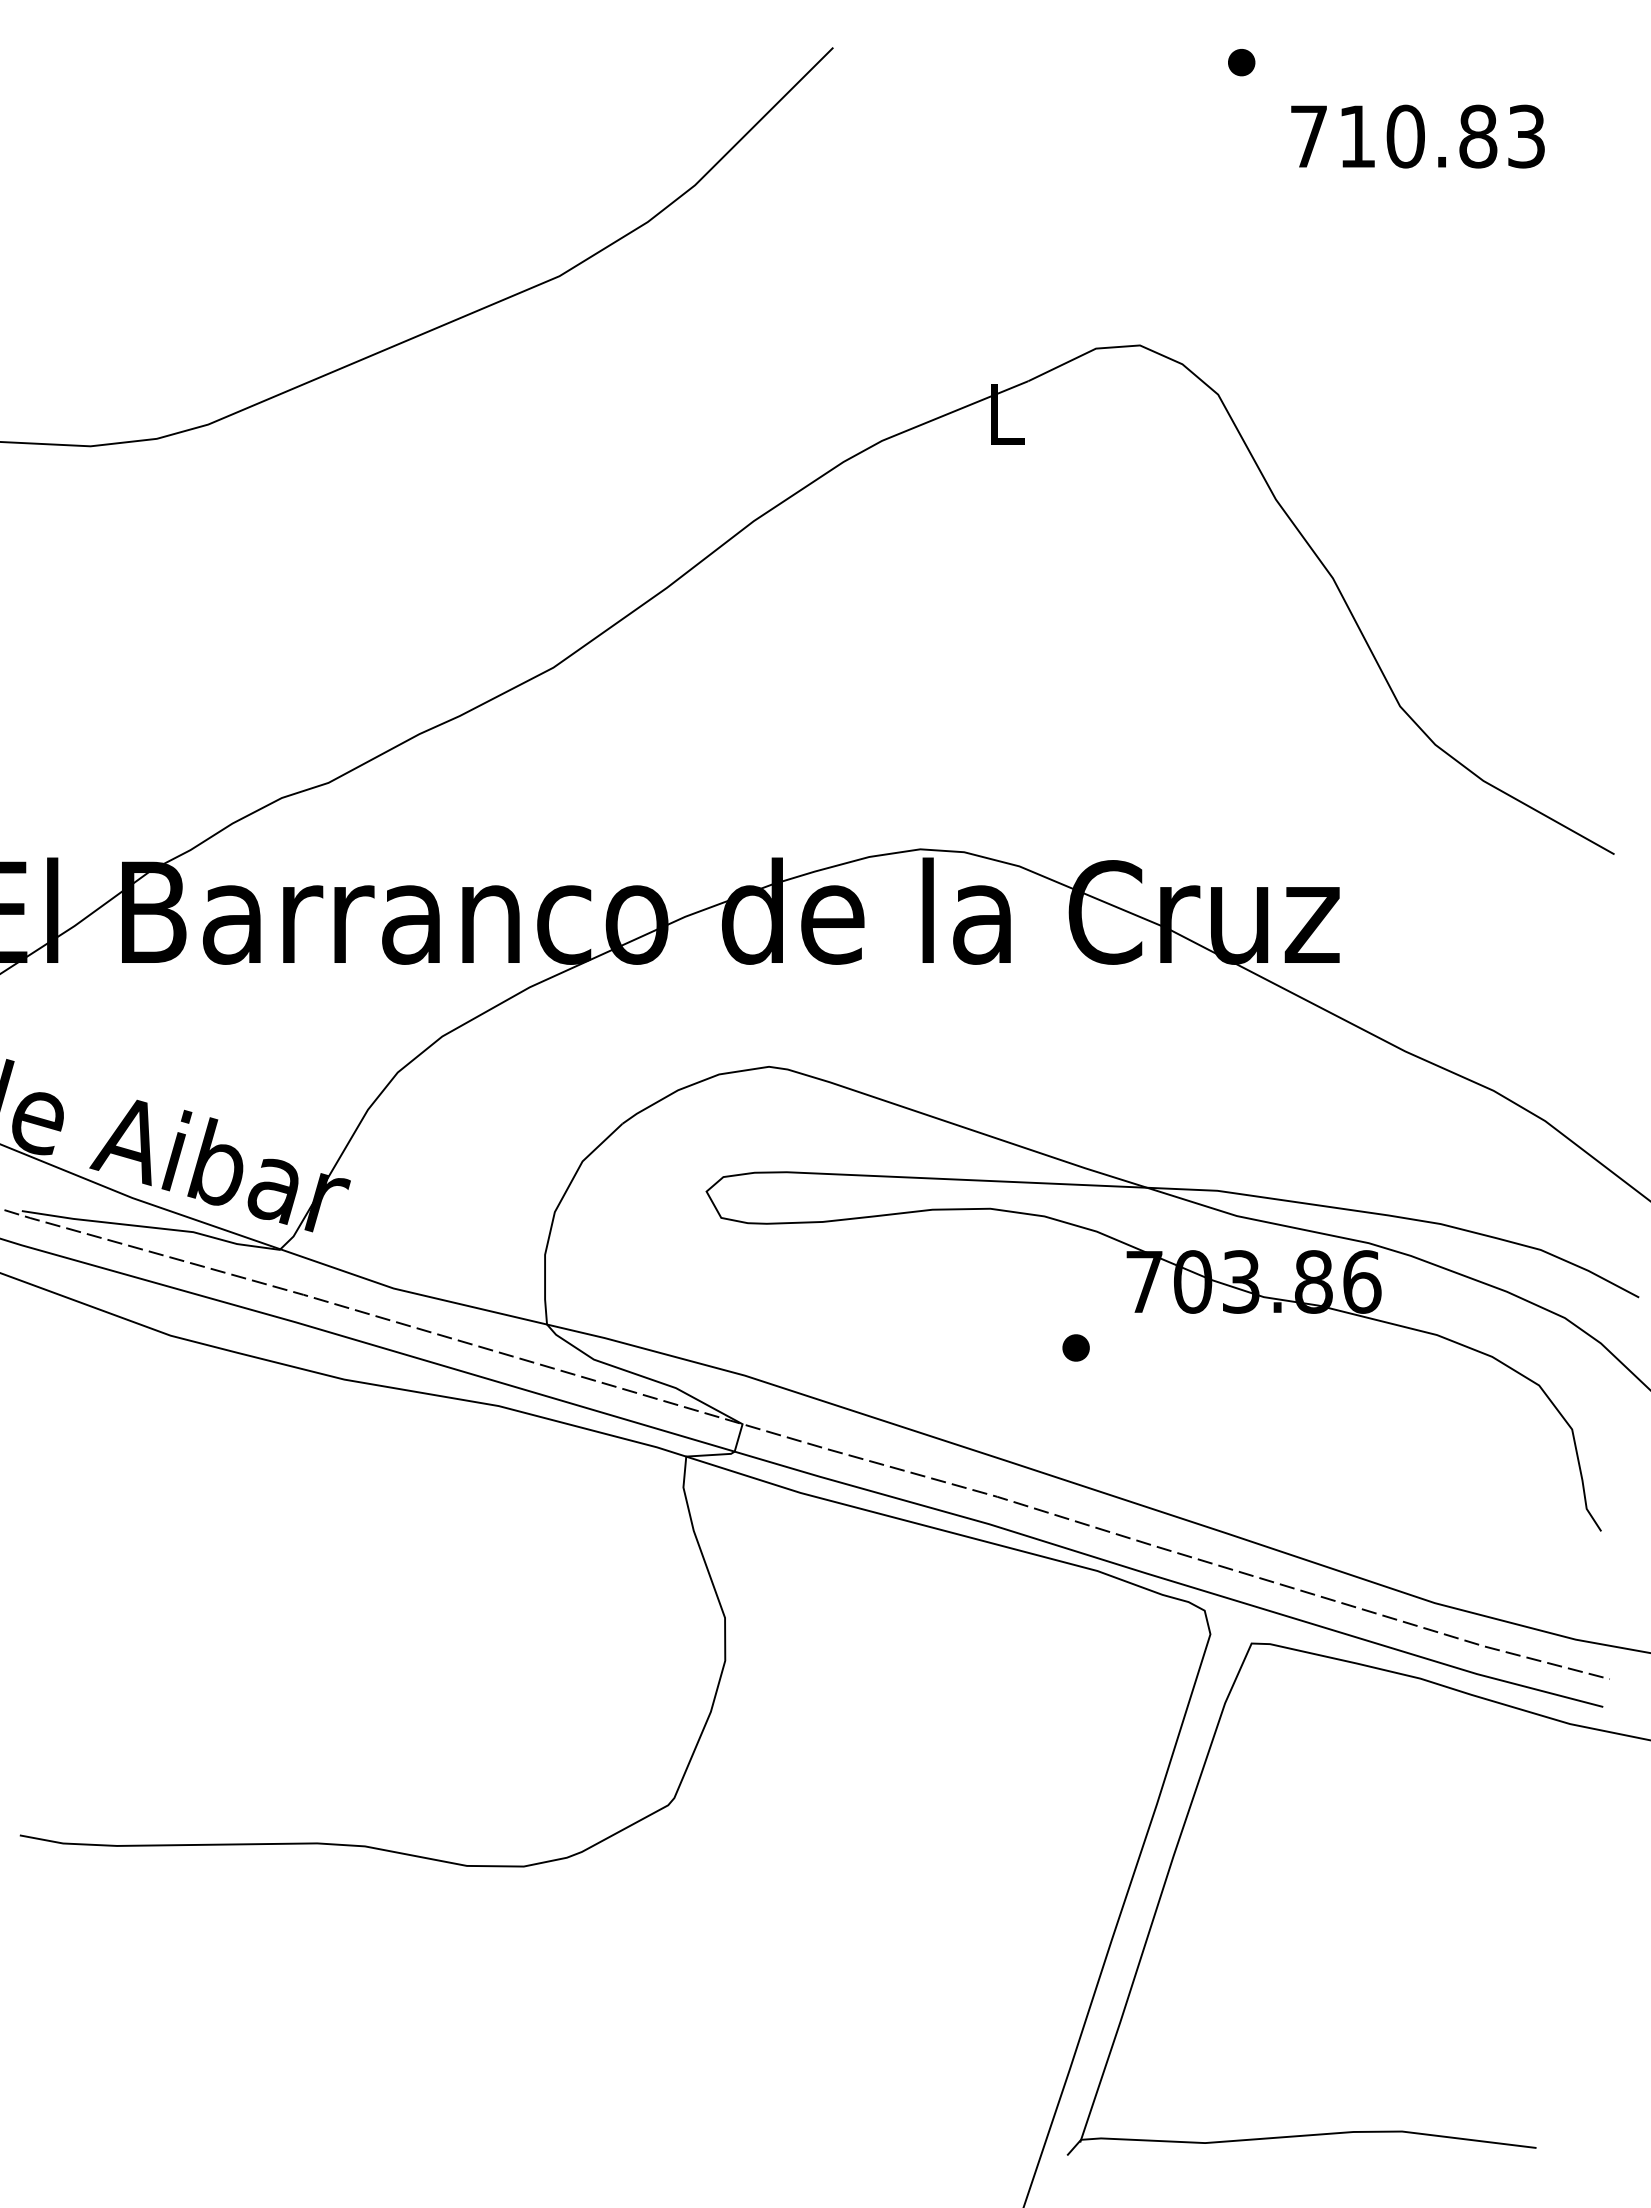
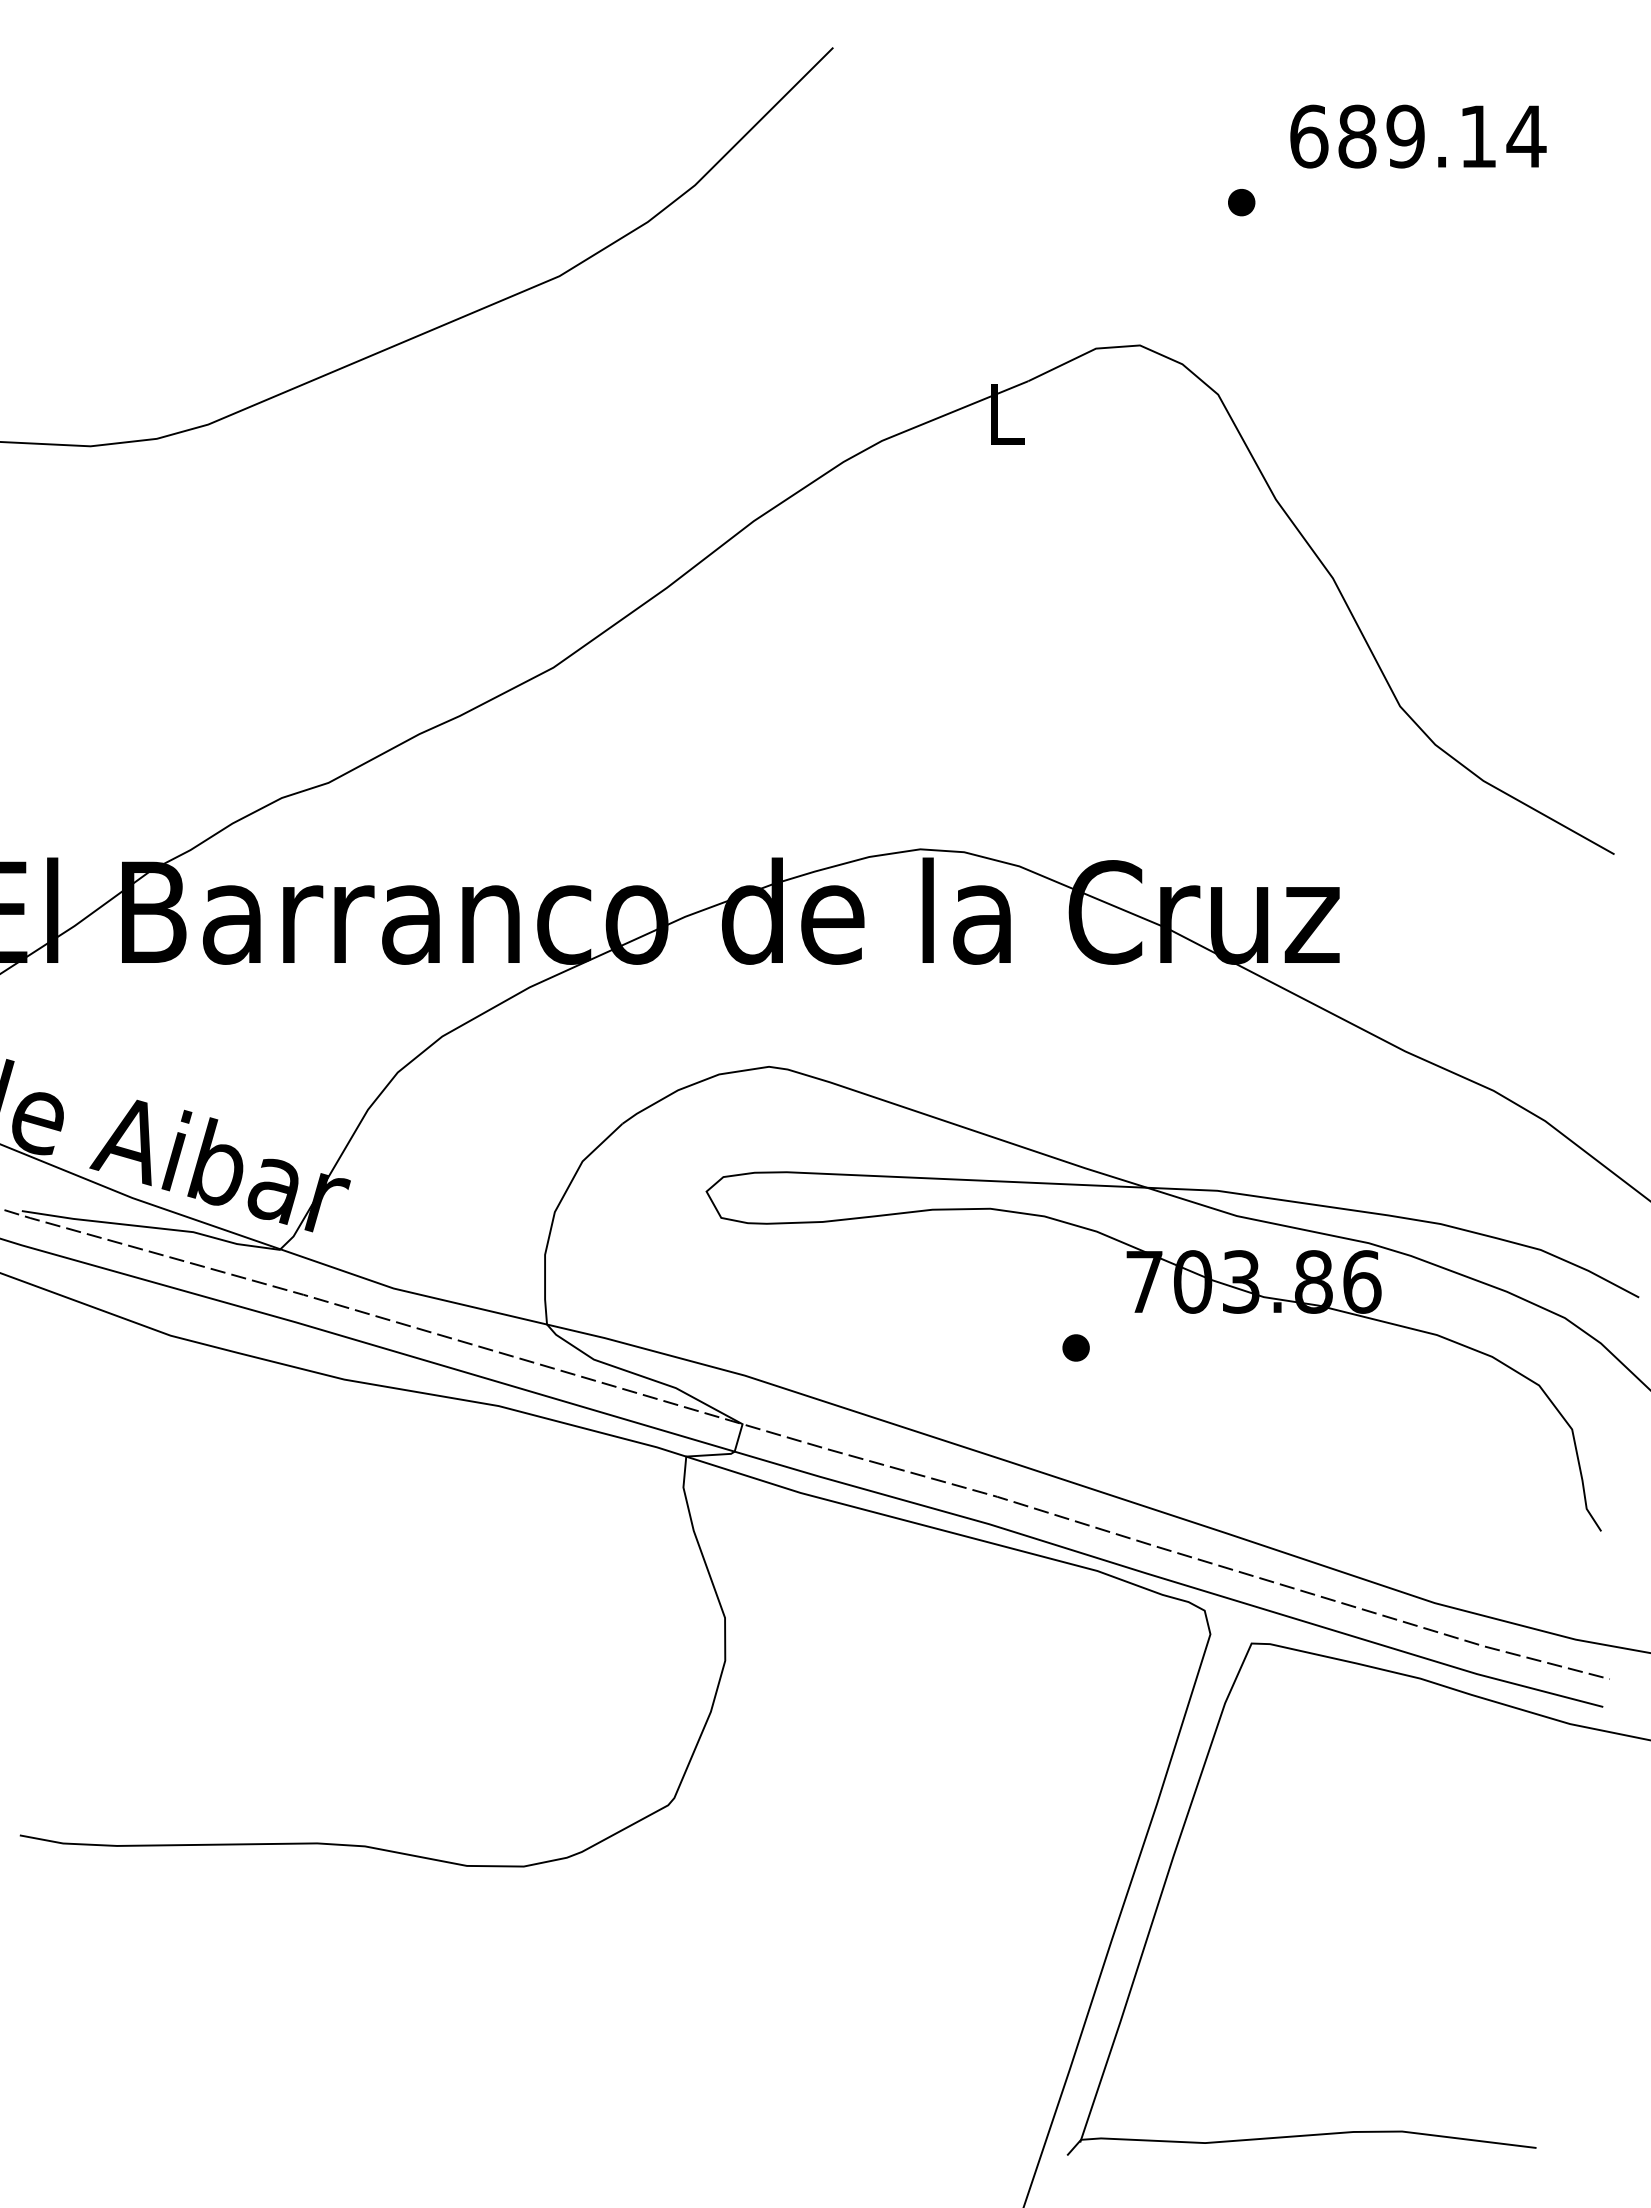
part at (1241, 62) position: (1241, 62) -> (1241, 202)
text at (1418, 136): 710.83 -> 689.14
